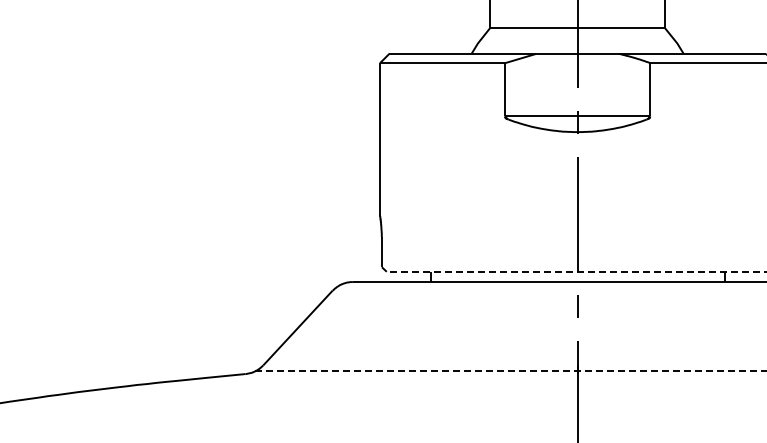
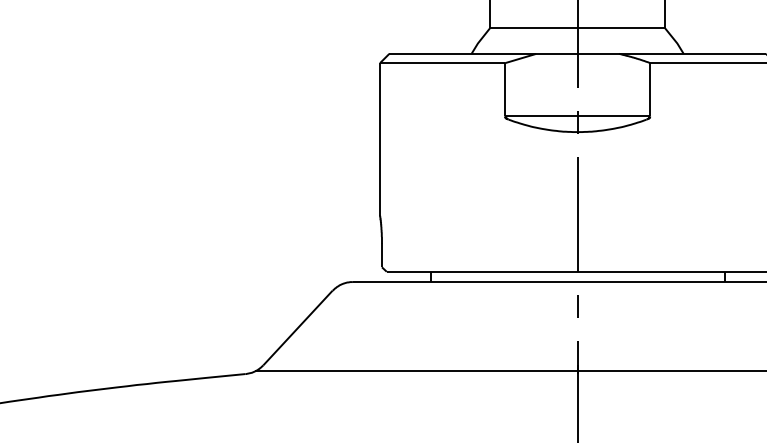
line at (576, 271): dashed -> solid
line at (511, 371): dashed -> solid
